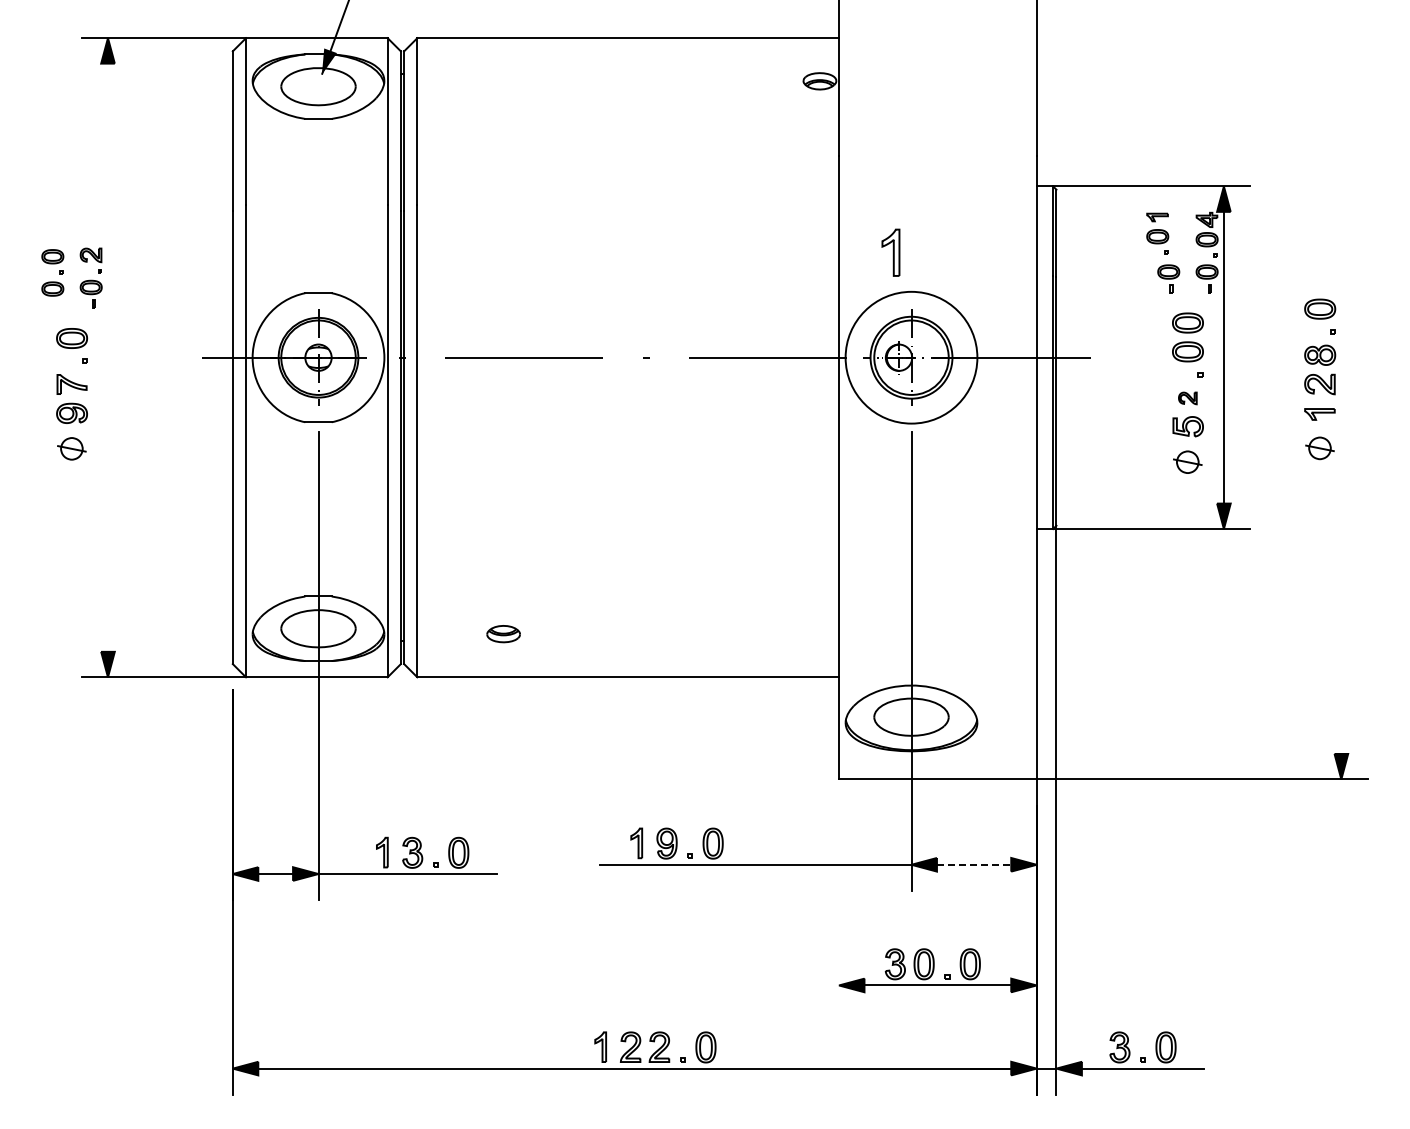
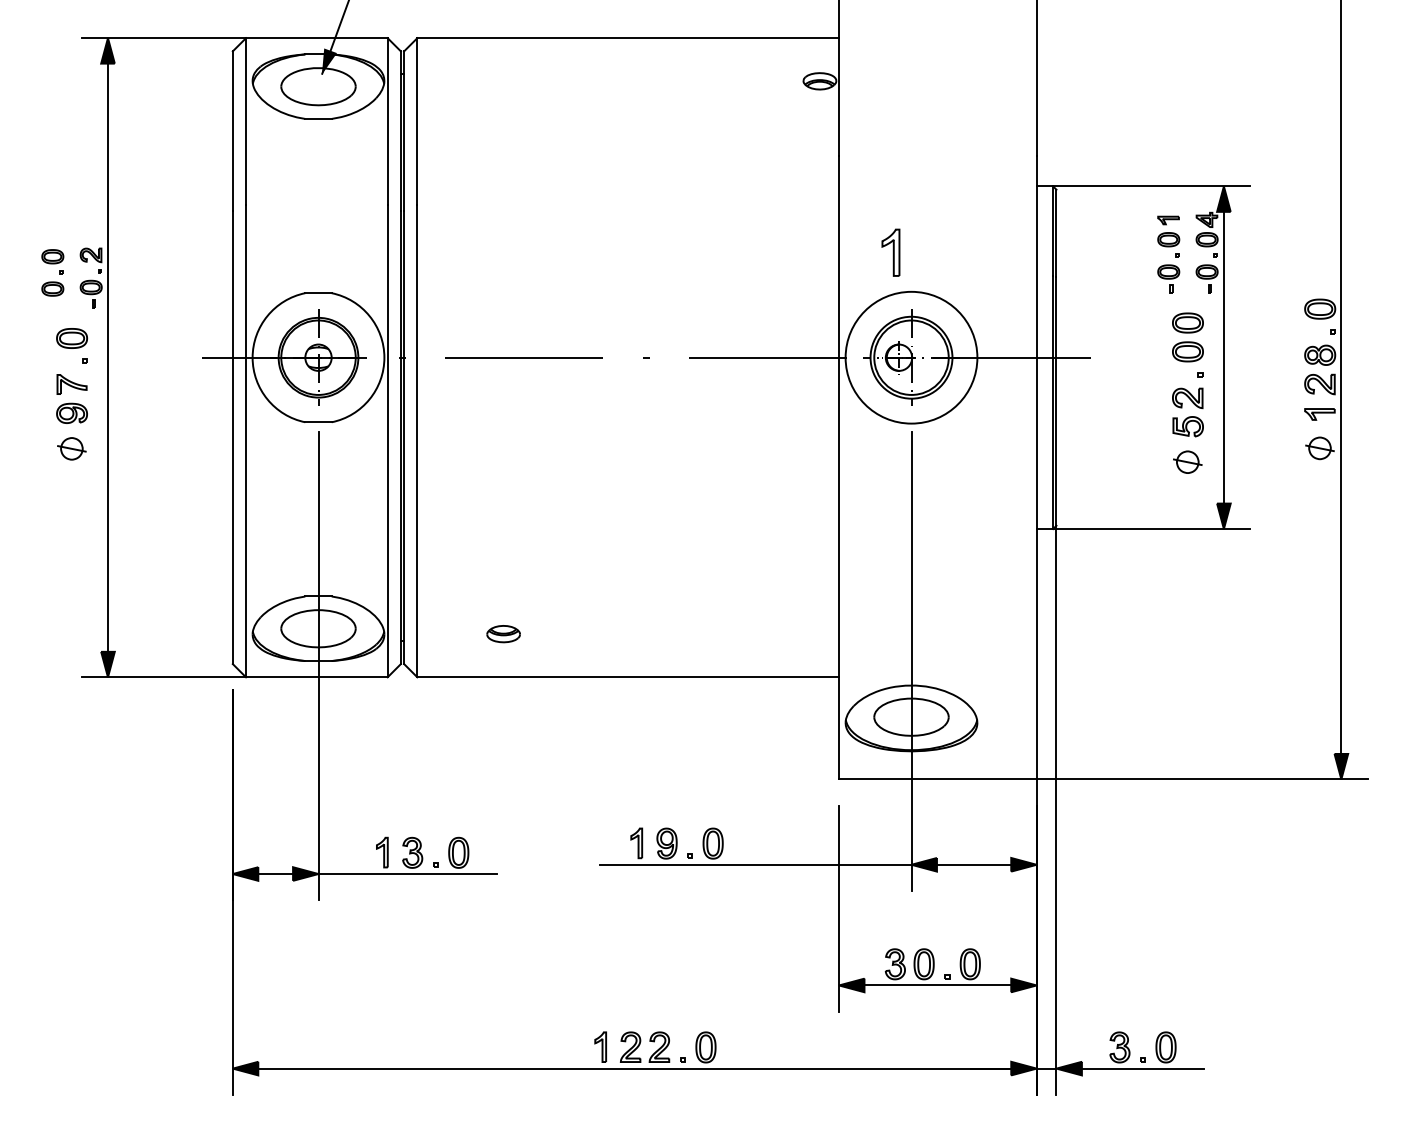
part at (1157, 233) position: (1157, 233) -> (1168, 236)
line at (108, 357): none -> present
line at (1341, 377): none -> present
part at (1187, 398) size: 20x15 px -> 32x23 px
line at (974, 864): dashed -> solid
line at (839, 908): none -> present
